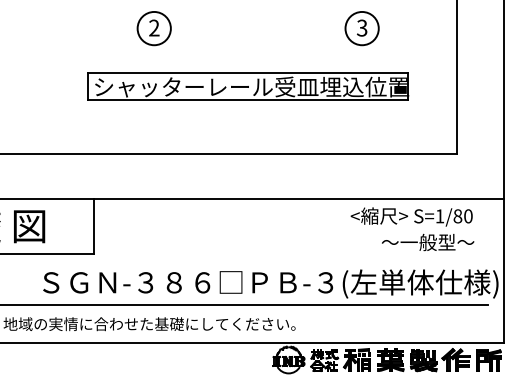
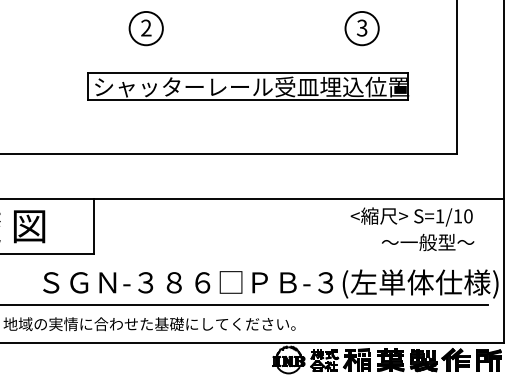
part at (153, 28) position: (153, 28) -> (145, 28)
text at (457, 216): S=1/80 -> S=1/10
